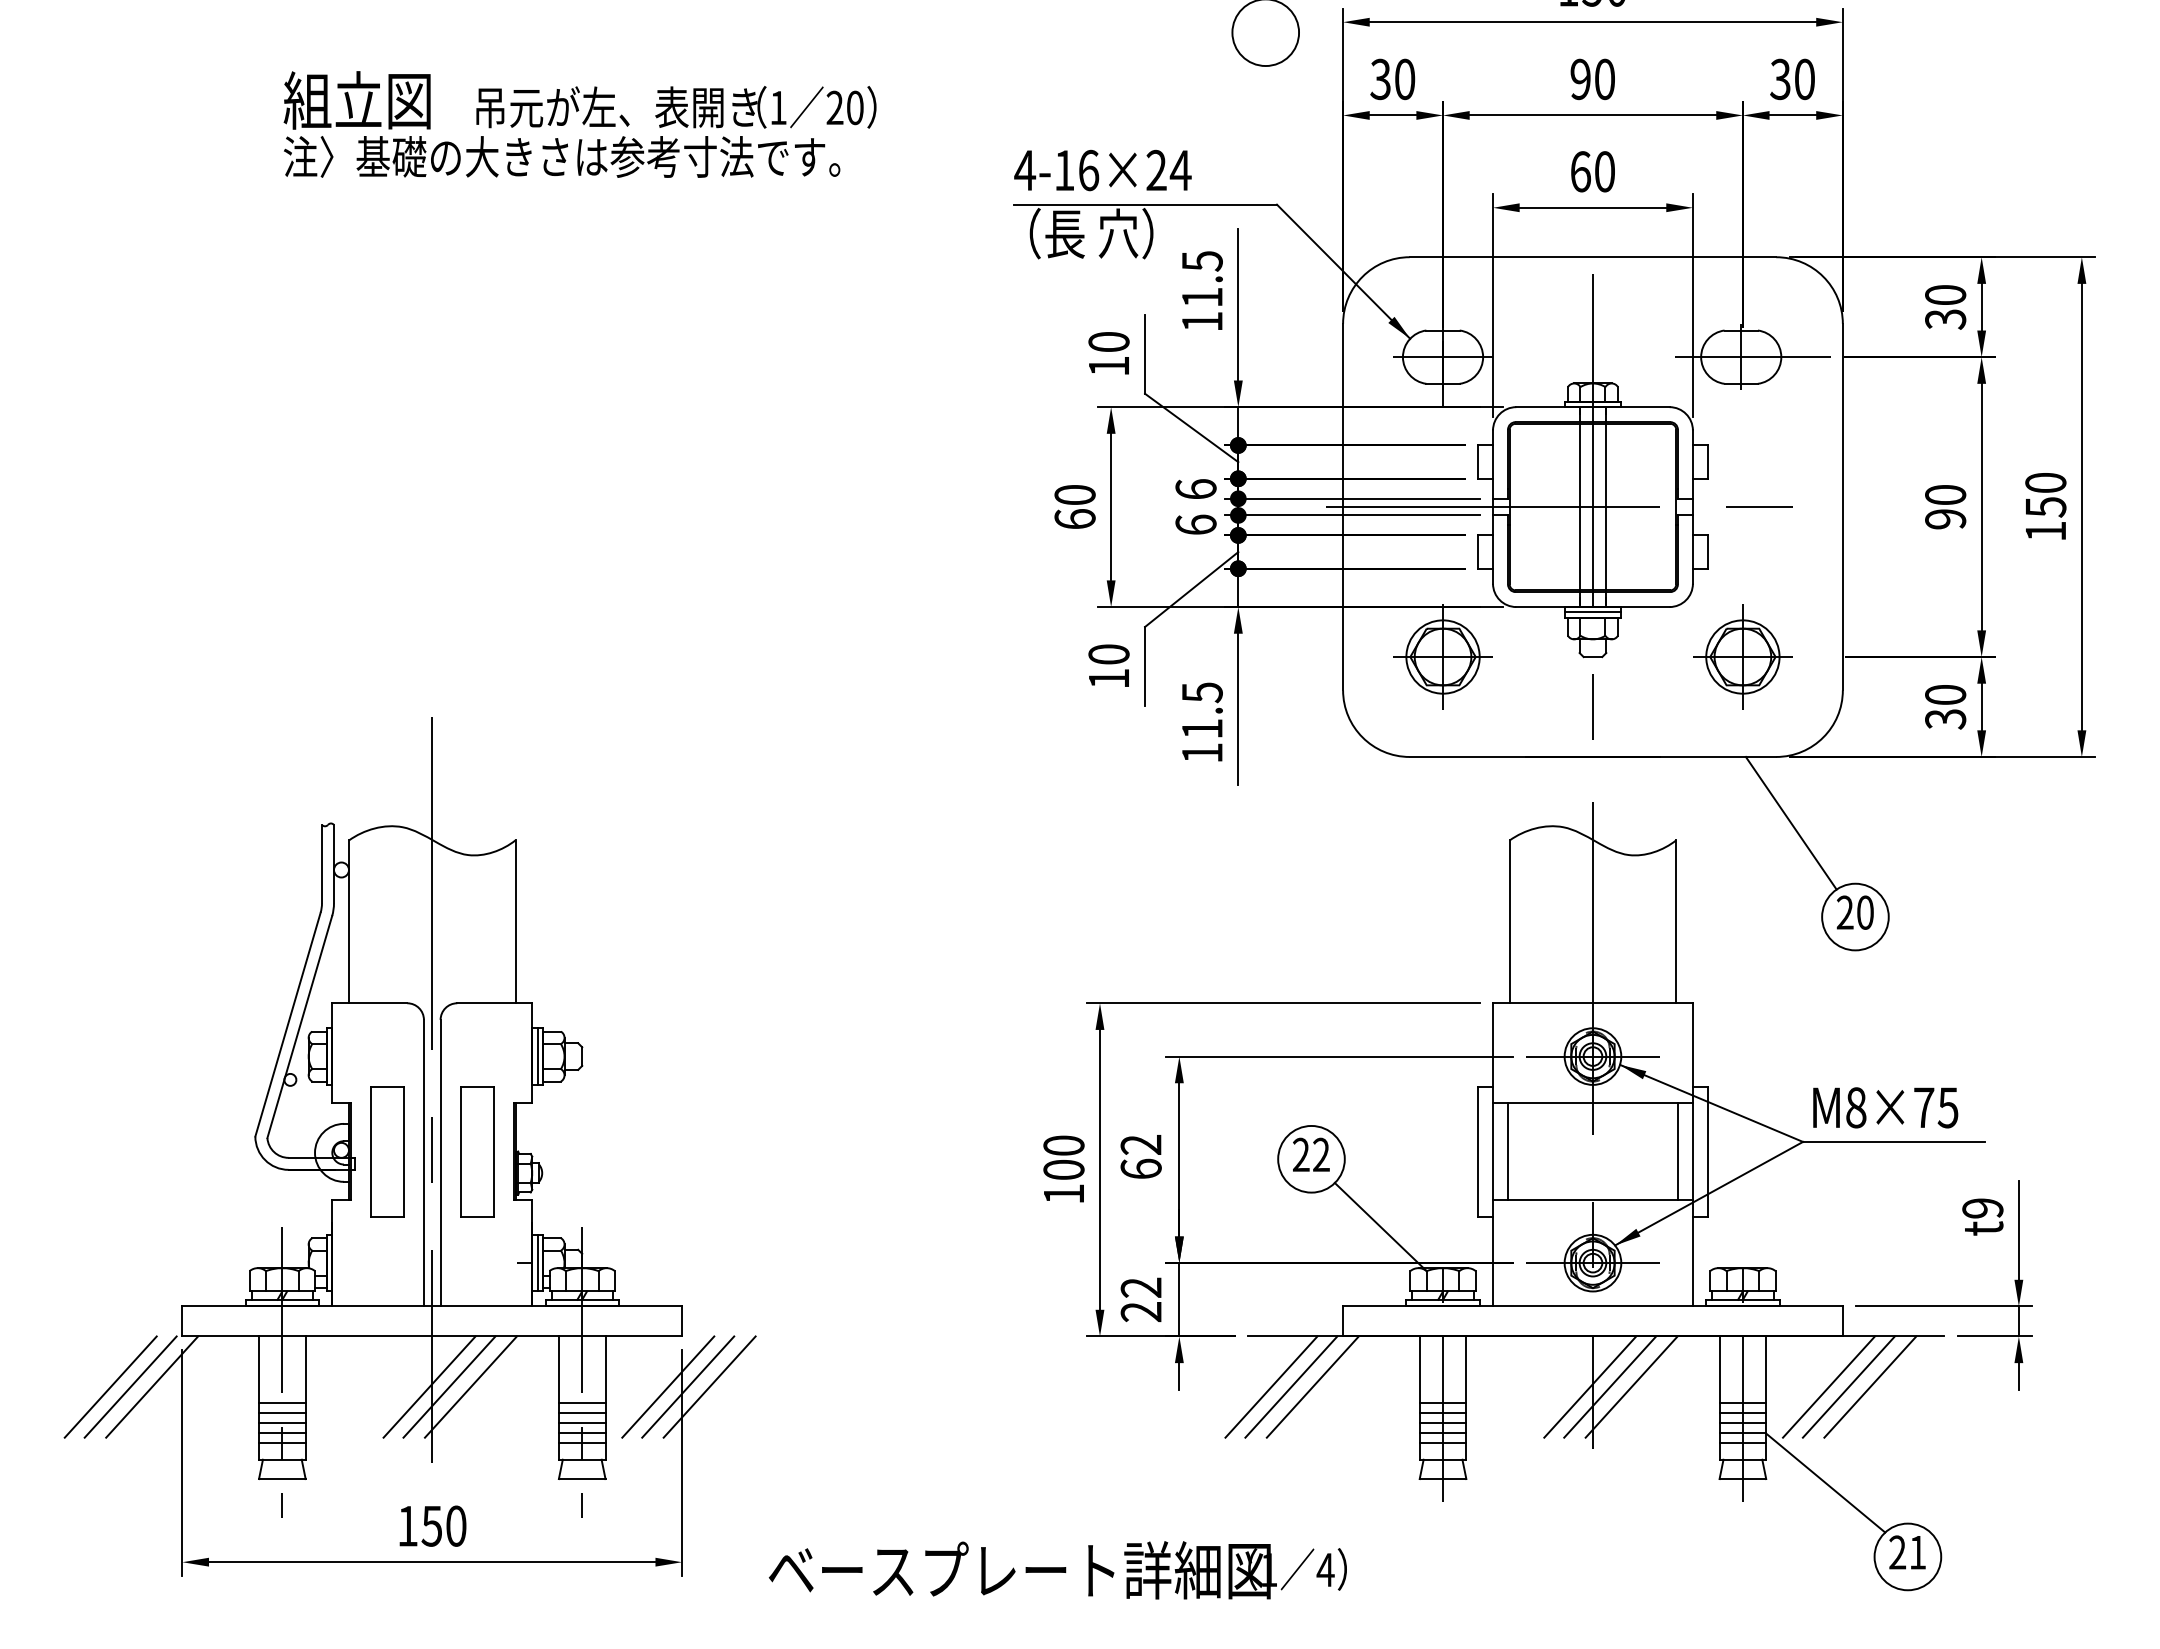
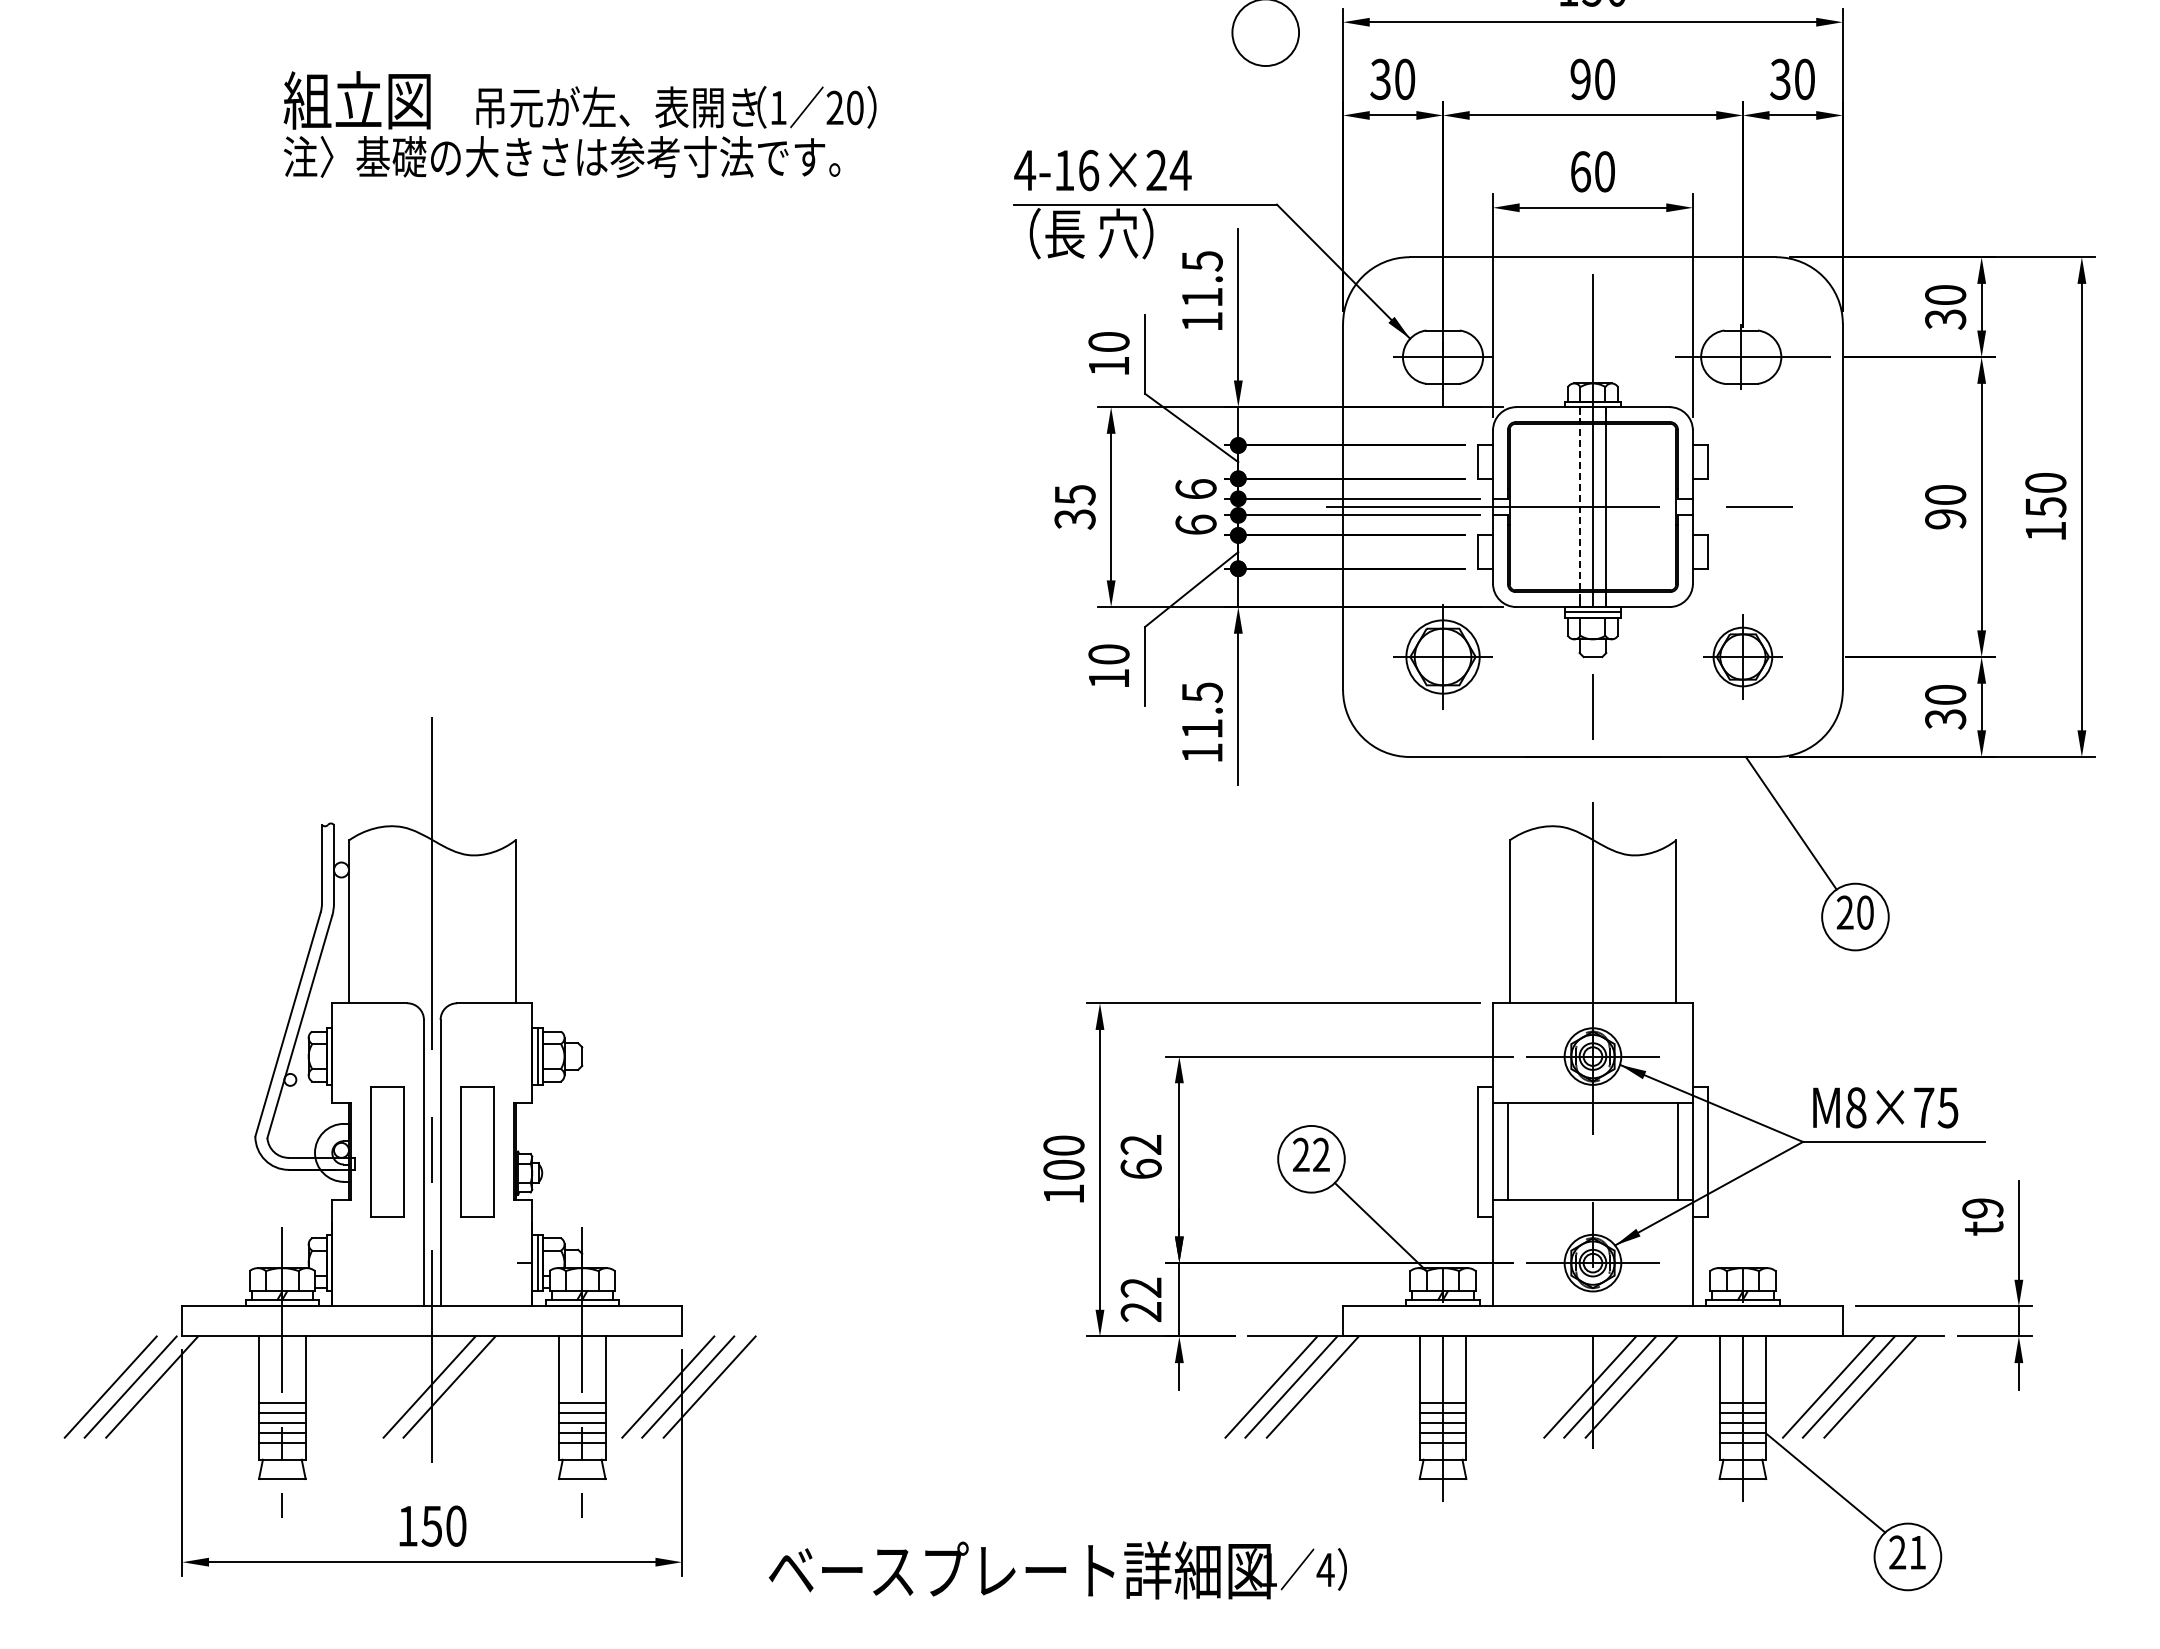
text at (1074, 507): 60 -> 35
line at (1579, 507): solid -> dashed
part at (1742, 656) size: 100x106 px -> 80x86 px
line at (470, 1386): present -> none
